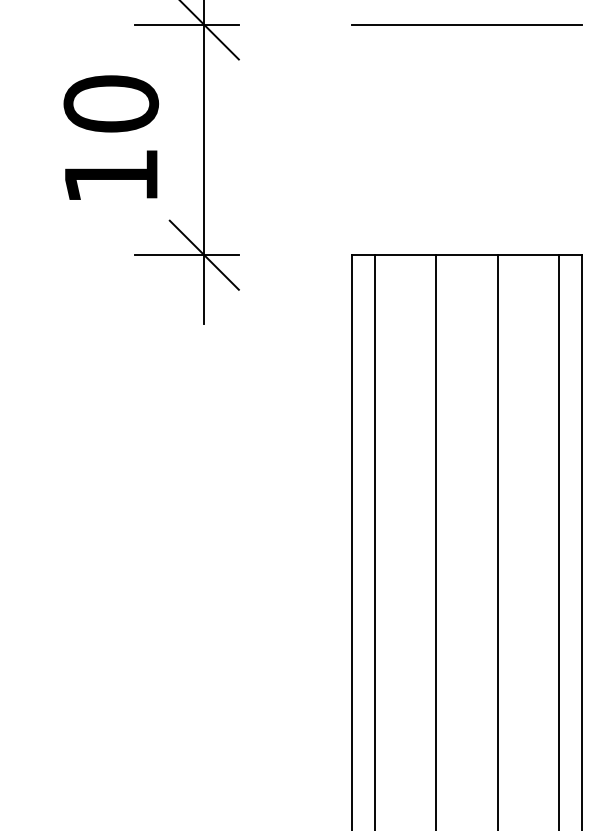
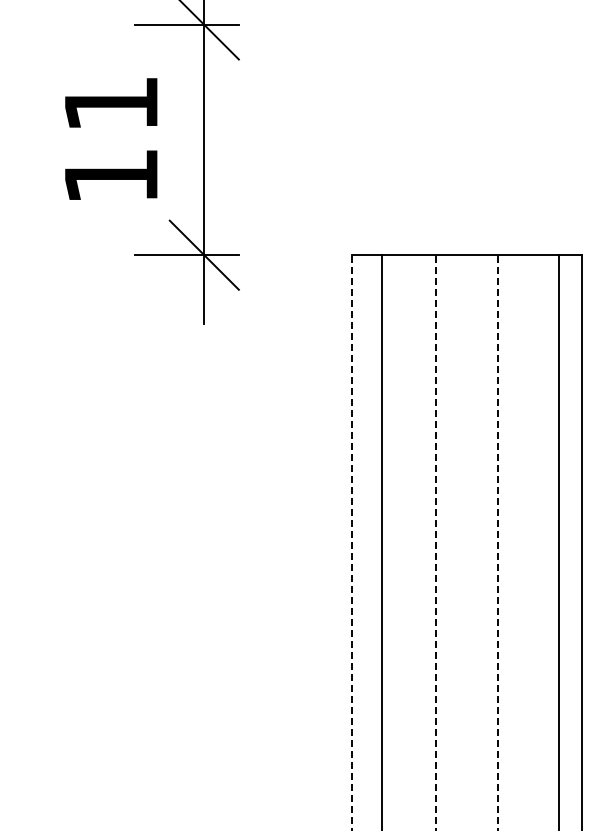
line at (466, 24): present -> none
text at (111, 103): 10 -> 11
line at (374, 541) position: (374, 541) -> (381, 541)
line at (351, 542): solid -> dashed
line at (436, 542): solid -> dashed
line at (497, 542): solid -> dashed
